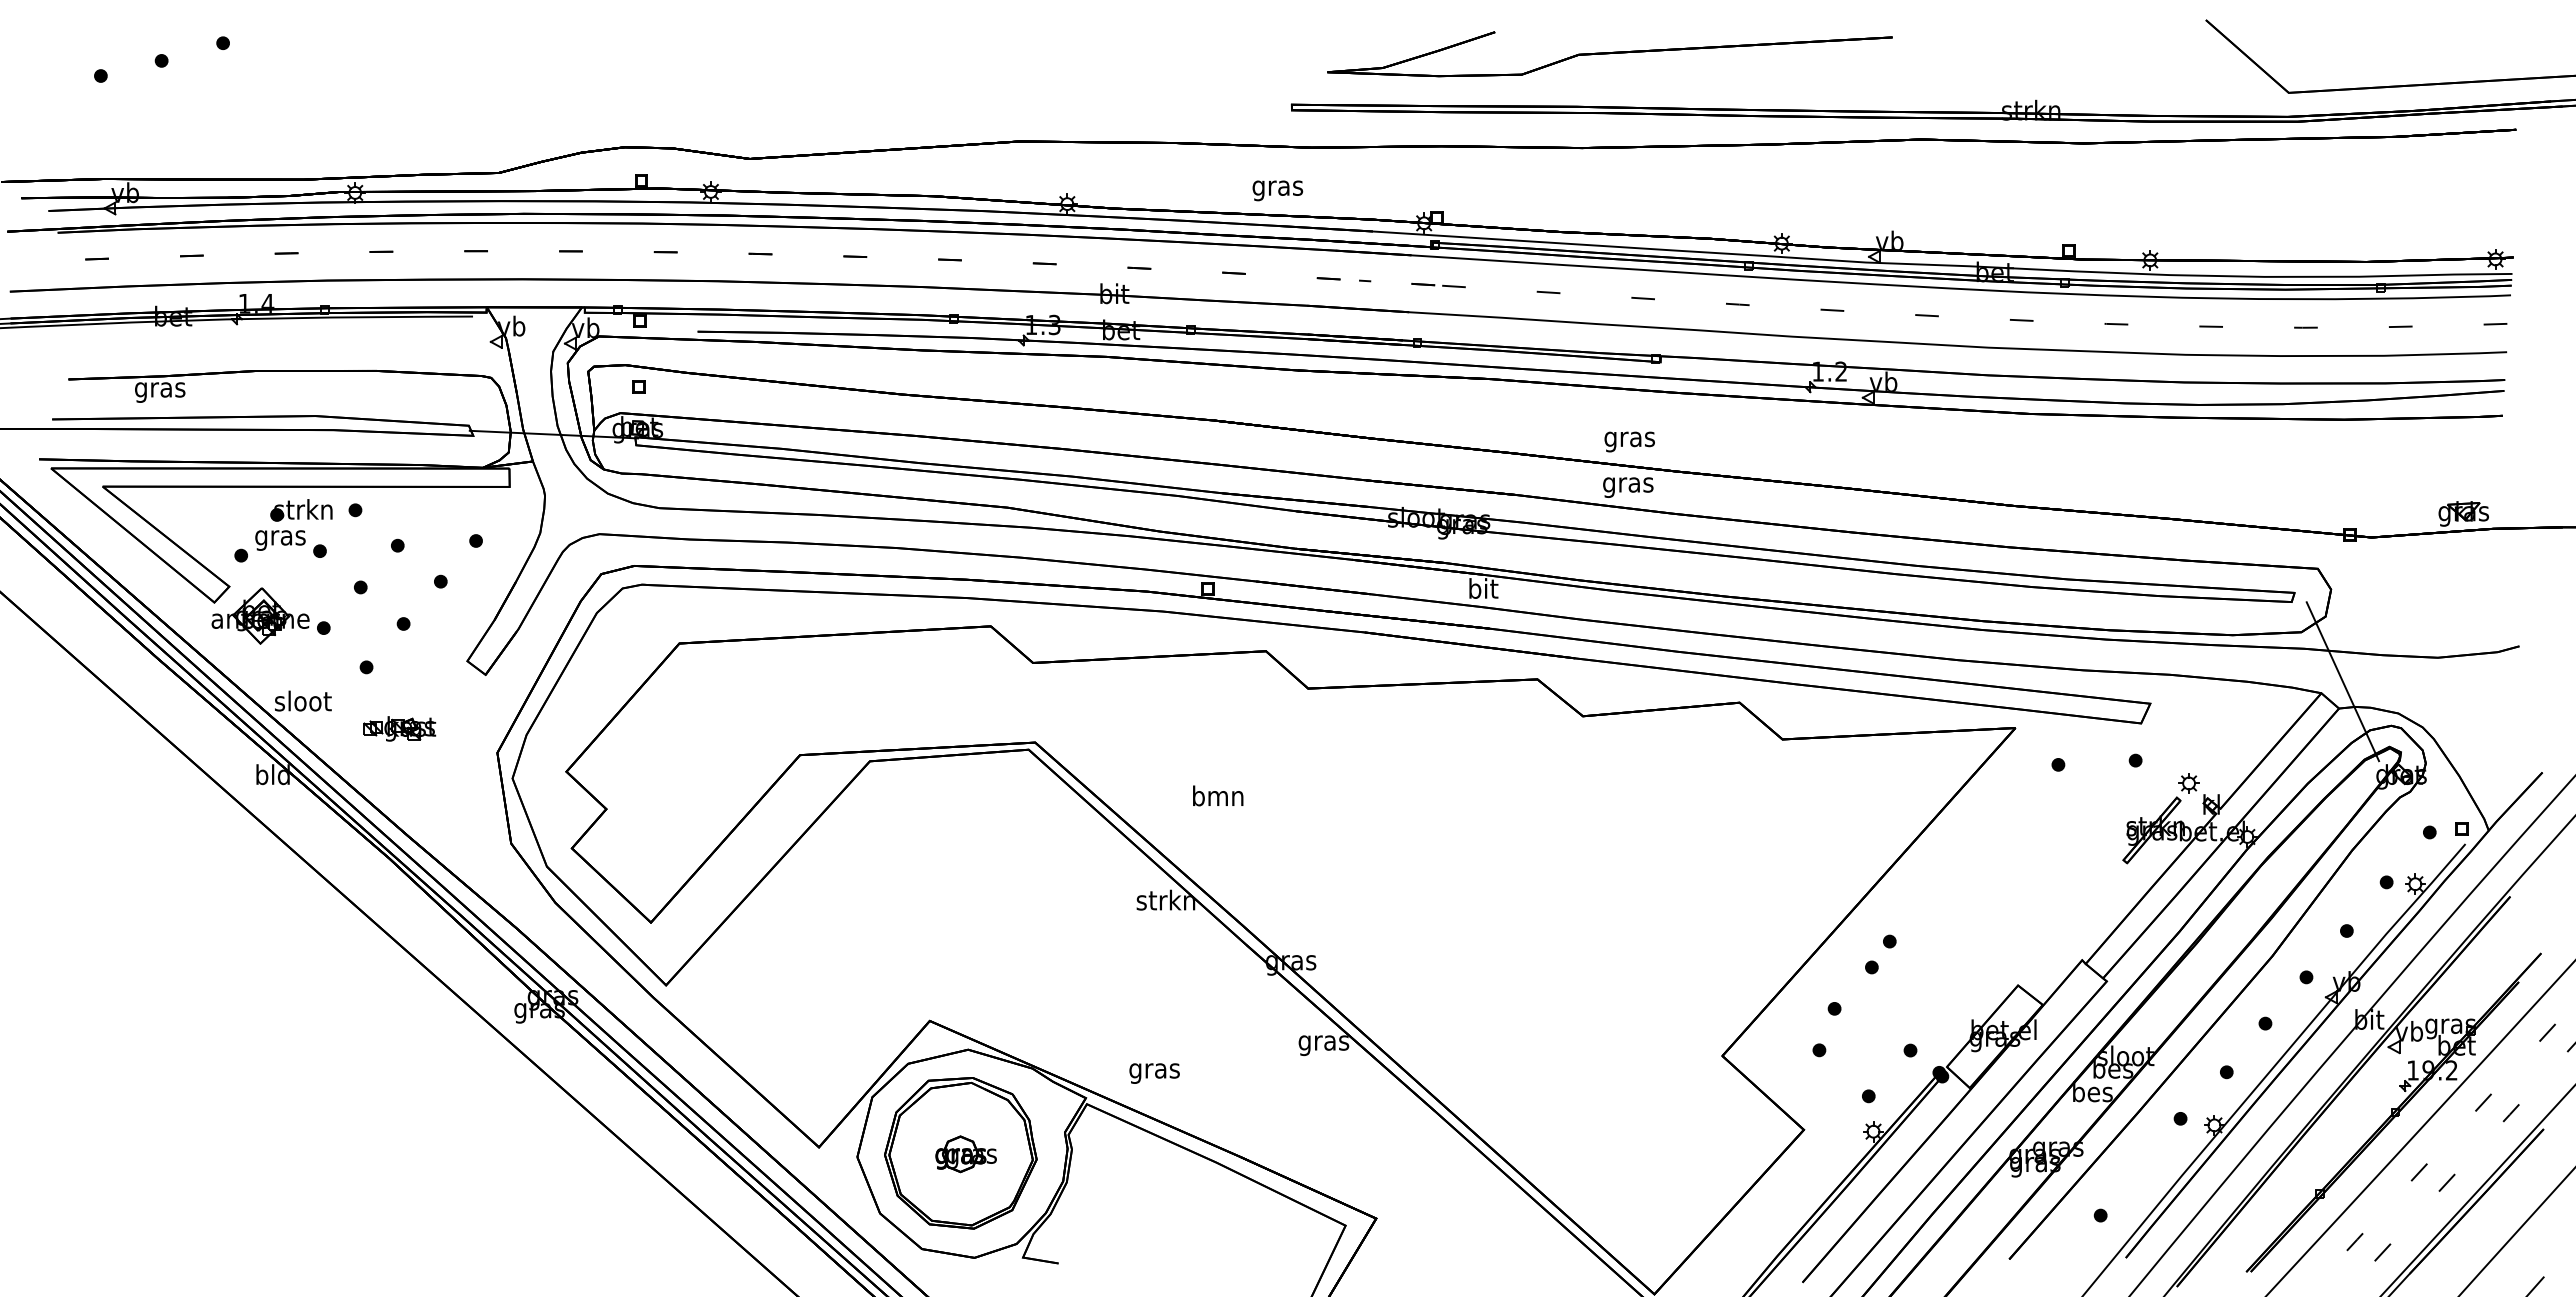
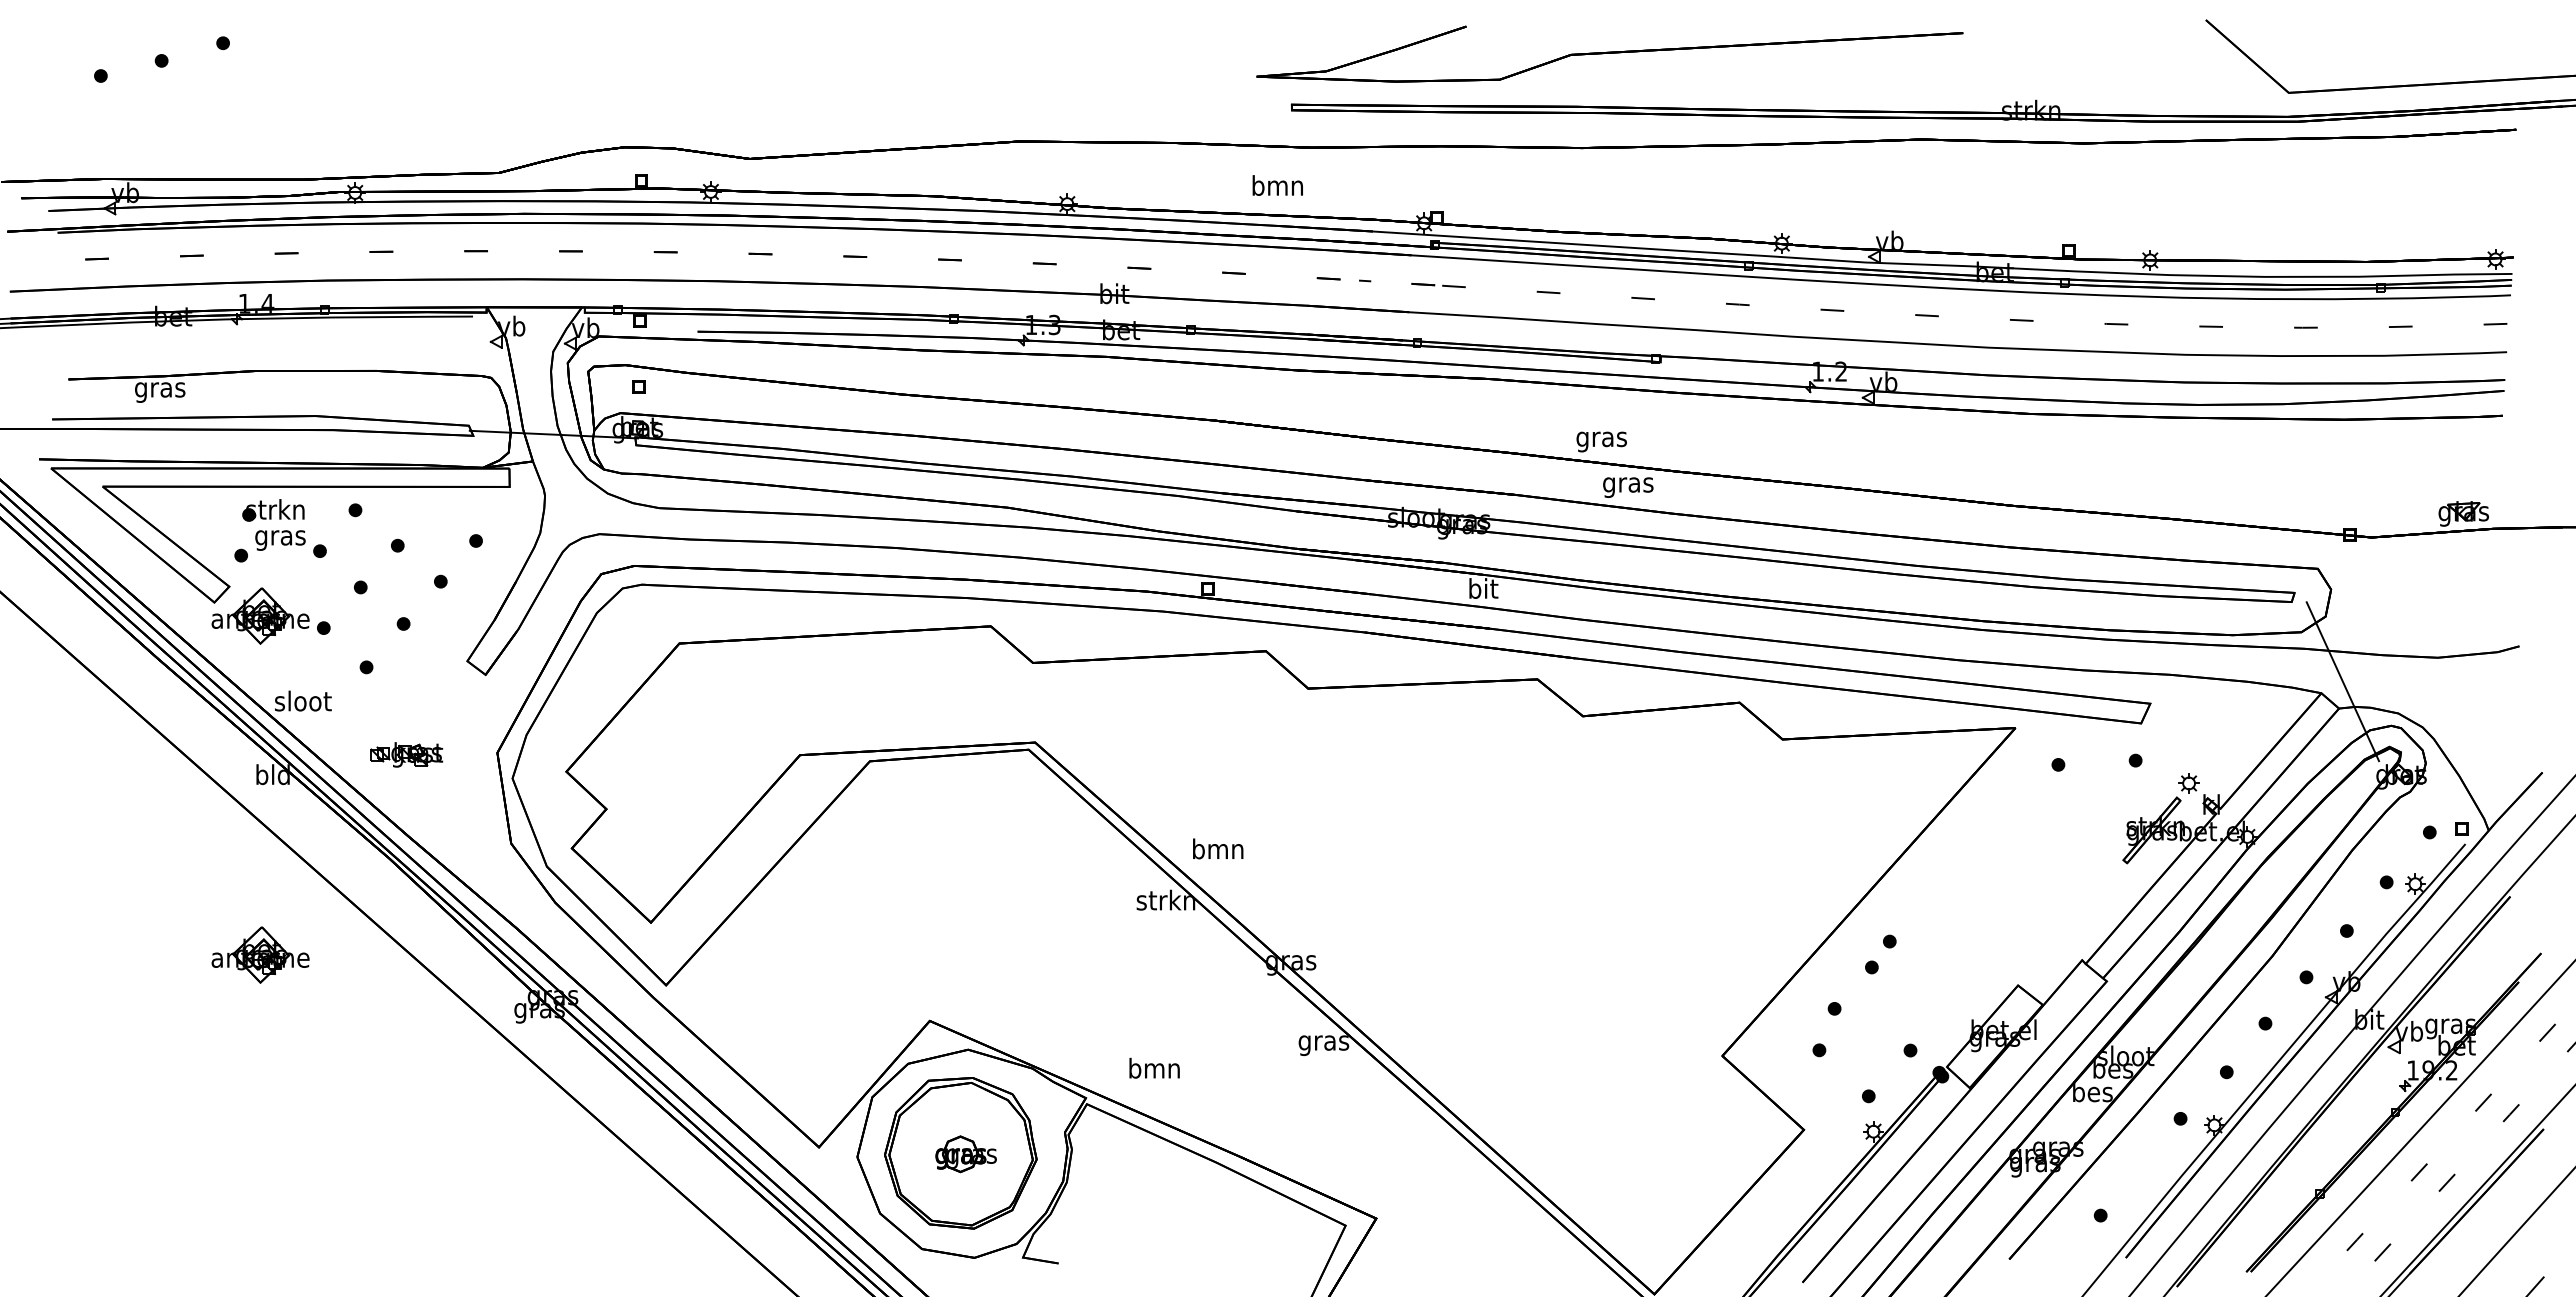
part at (1609, 54) size: 566x47 px -> 708x58 px
text at (1277, 188): gras -> bmn
text at (1629, 441) position: (1629, 441) -> (1601, 441)
part at (301, 510) position: (301, 510) -> (273, 510)
part at (399, 728) position: (399, 728) -> (406, 754)
text at (1218, 795) position: (1218, 795) -> (1218, 848)
part at (260, 954): none -> present
text at (1154, 1070): gras -> bmn
